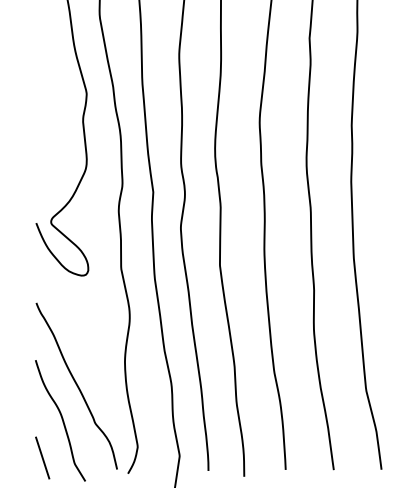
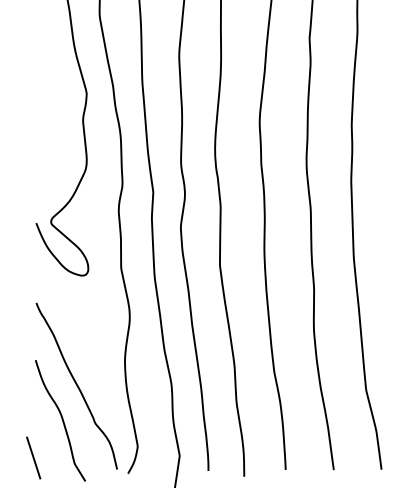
line at (42, 457) position: (42, 457) -> (33, 457)
